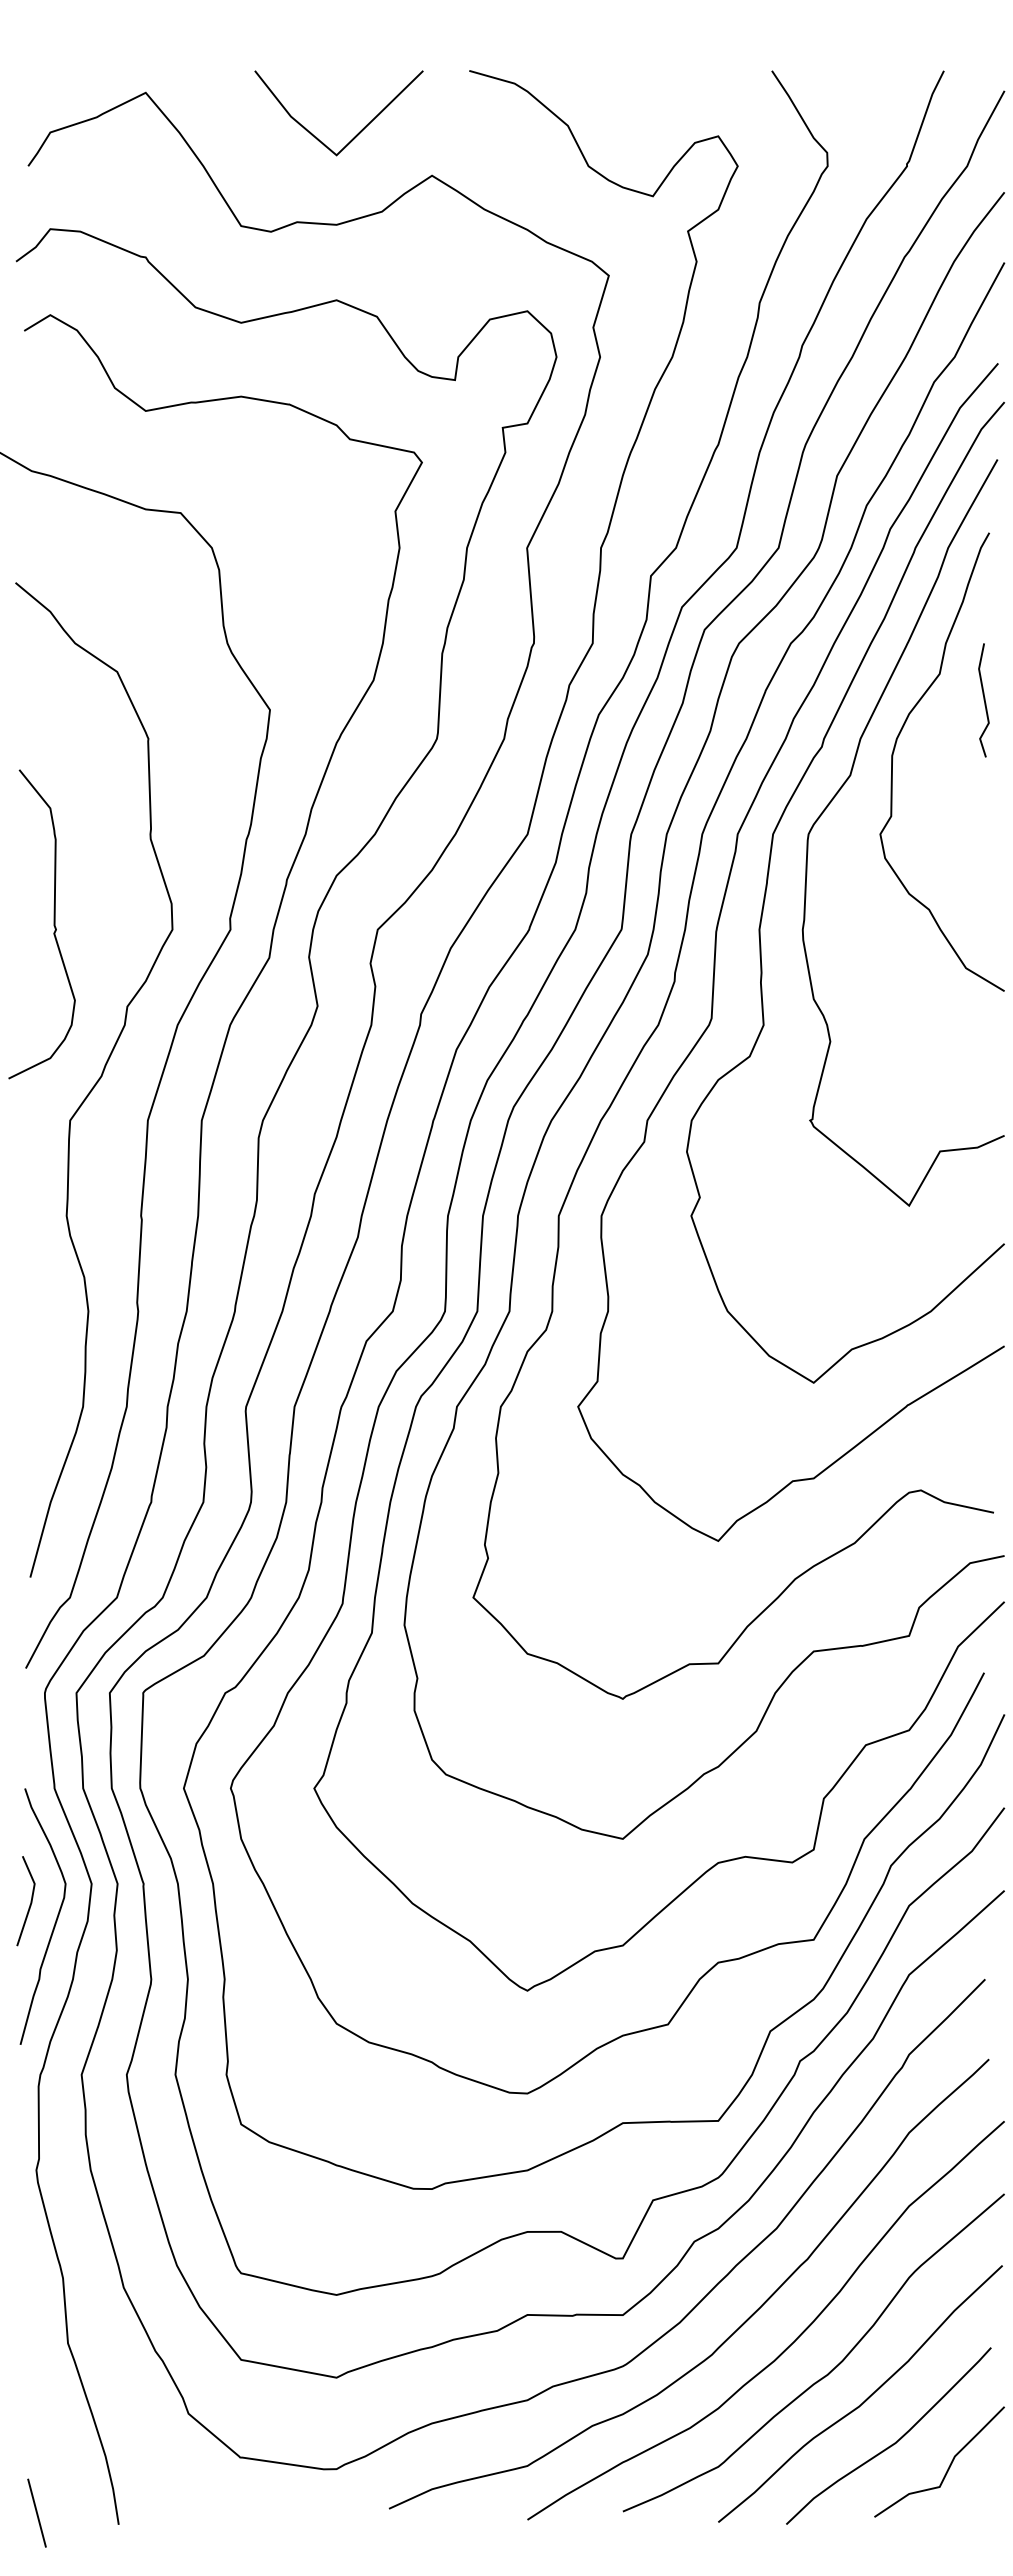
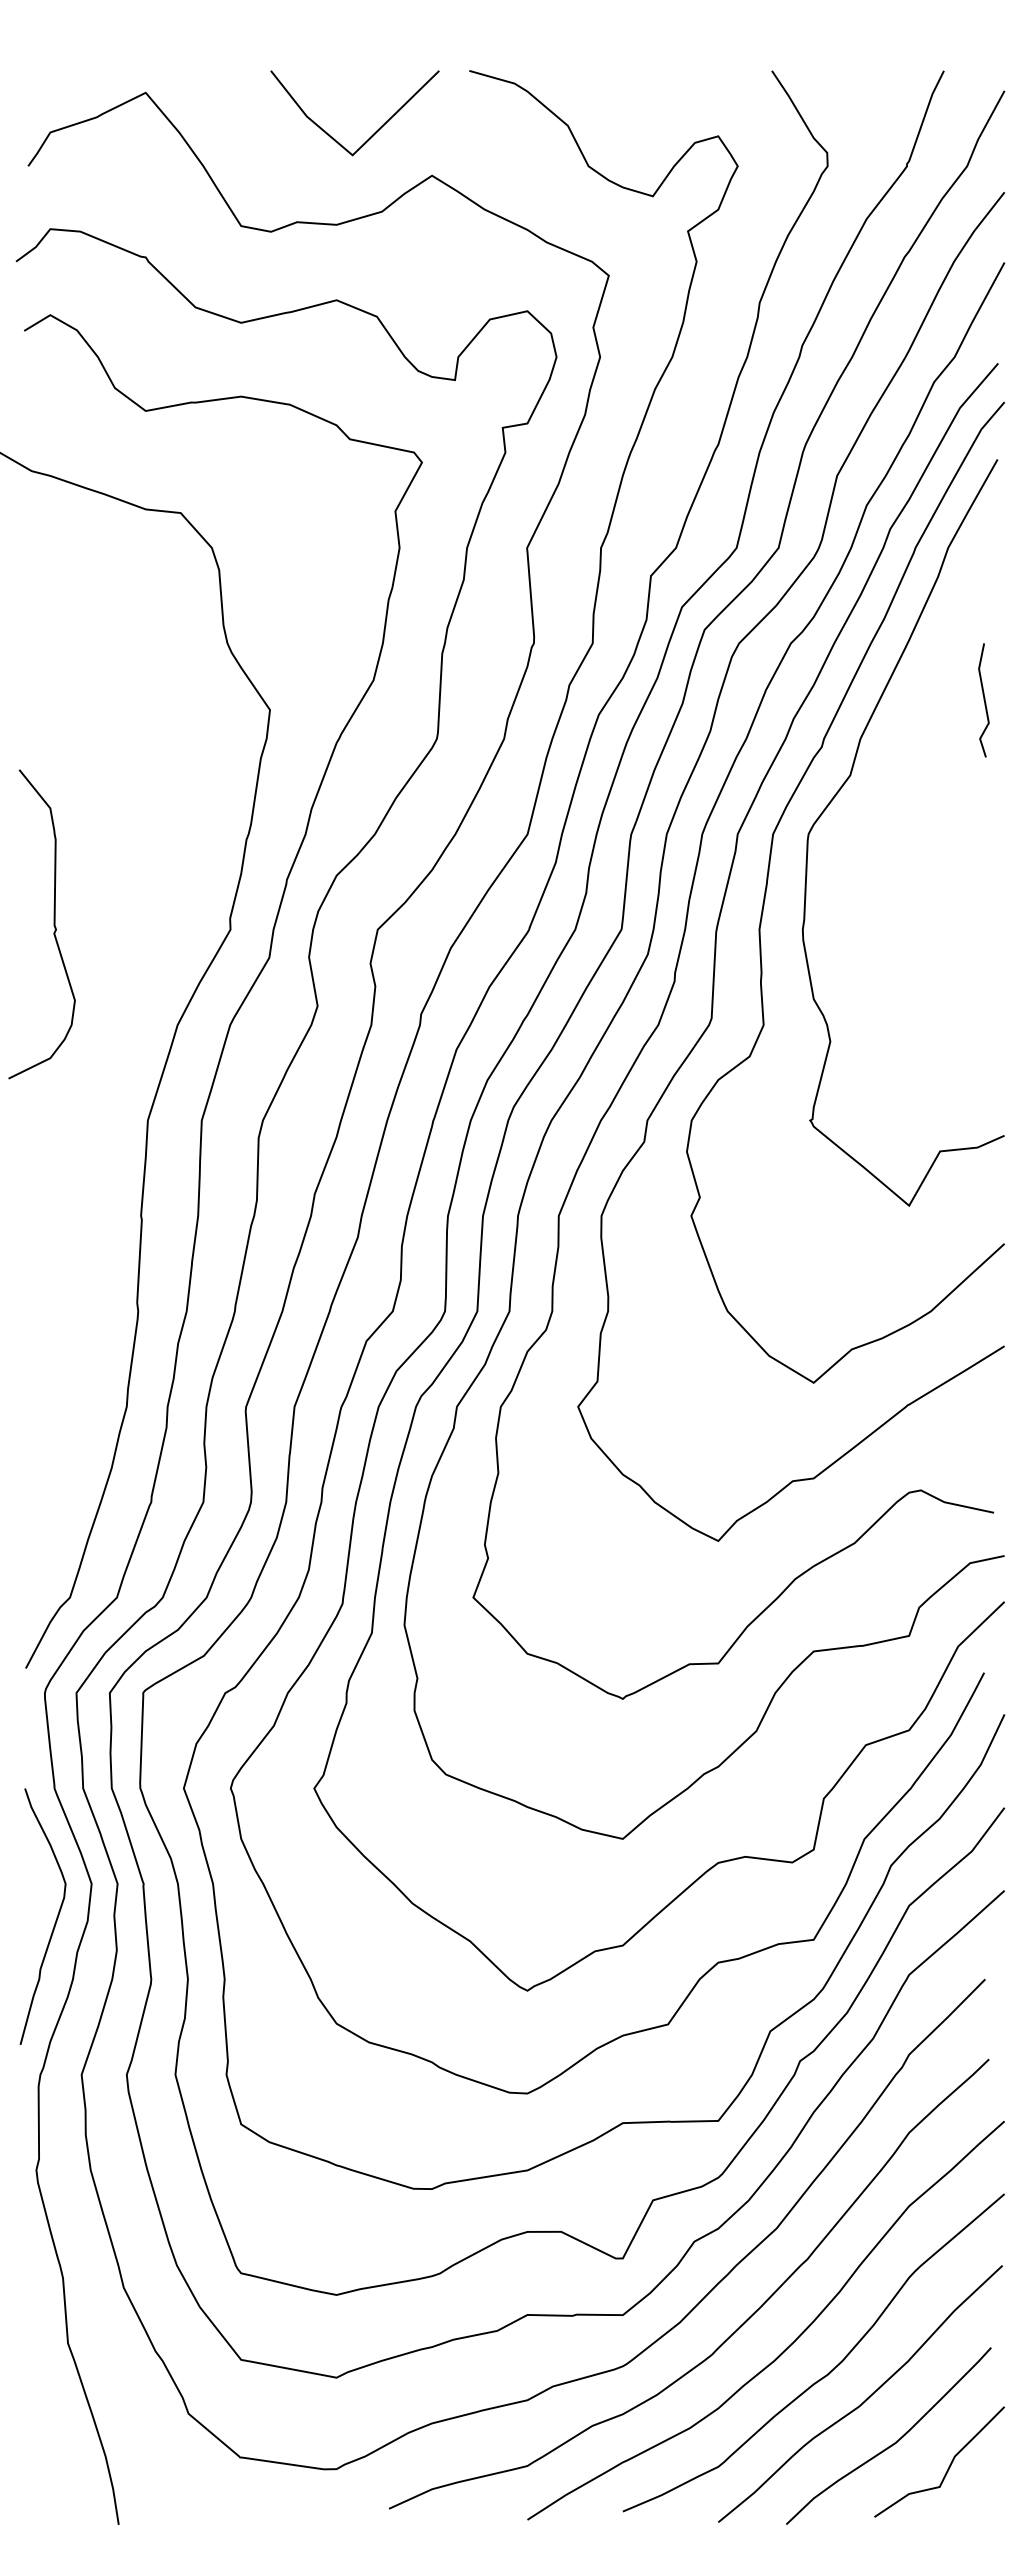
line at (358, 132) position: (358, 132) -> (374, 132)
curve at (895, 748): present -> none
curve at (96, 1081): present -> none
line at (30, 1901): present -> none
line at (36, 2512): present -> none
